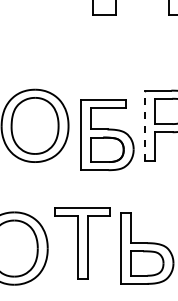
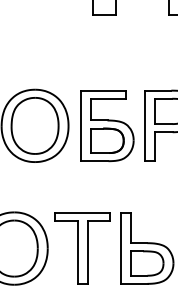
line at (145, 125): dashed -> solid
part at (107, 135) position: (107, 135) -> (107, 126)
part at (82, 243) position: (82, 243) -> (82, 248)
